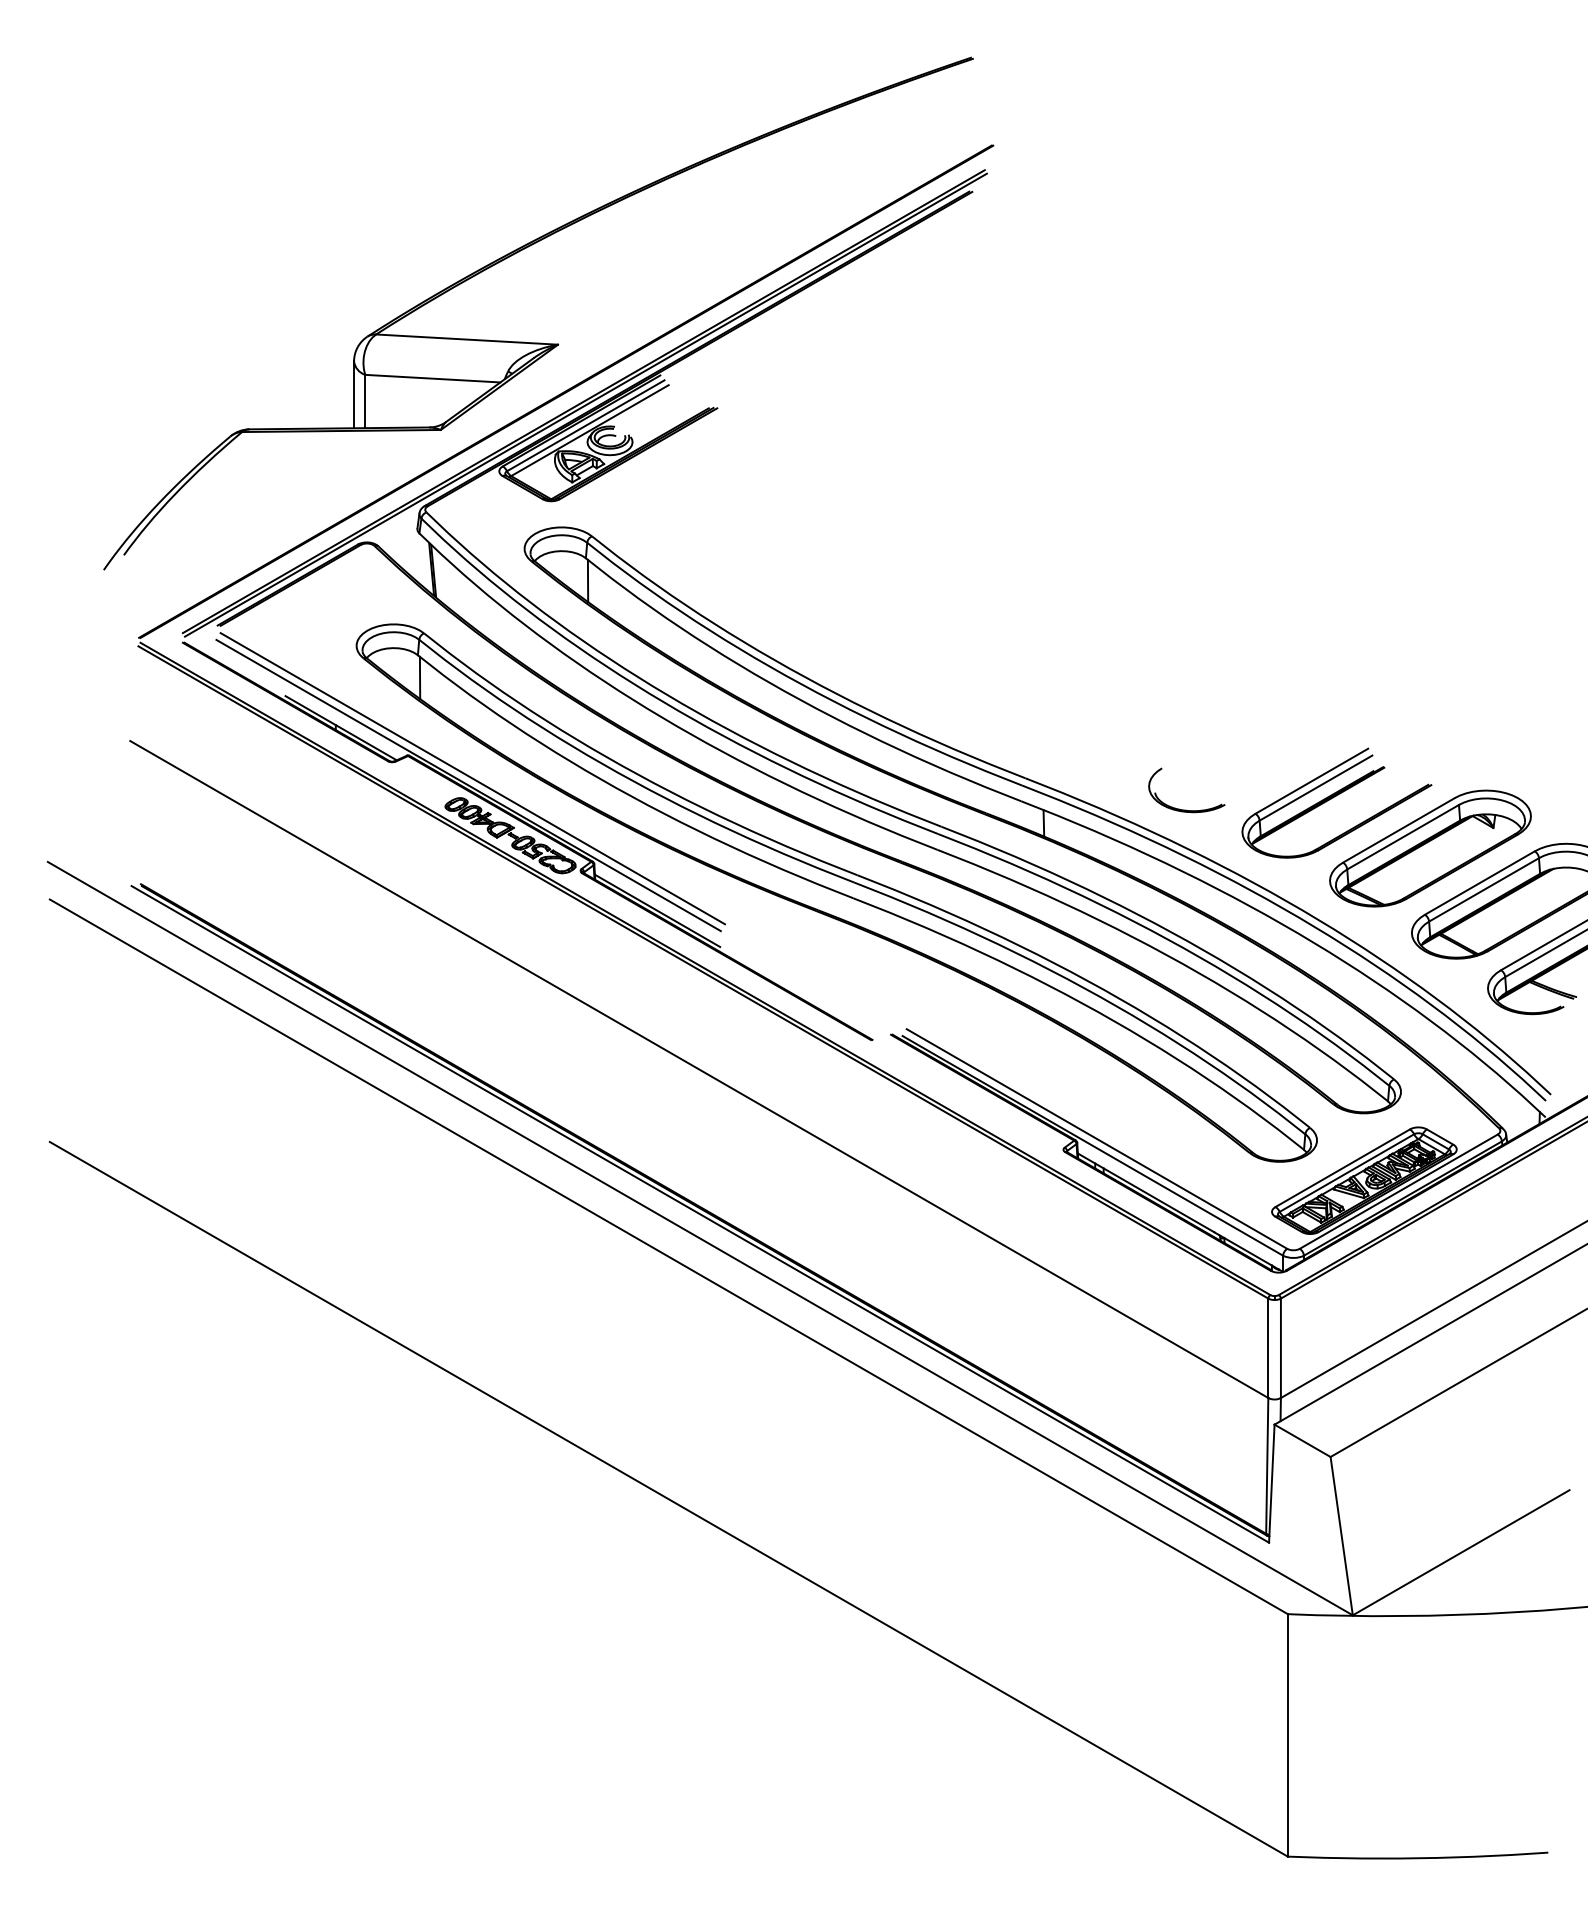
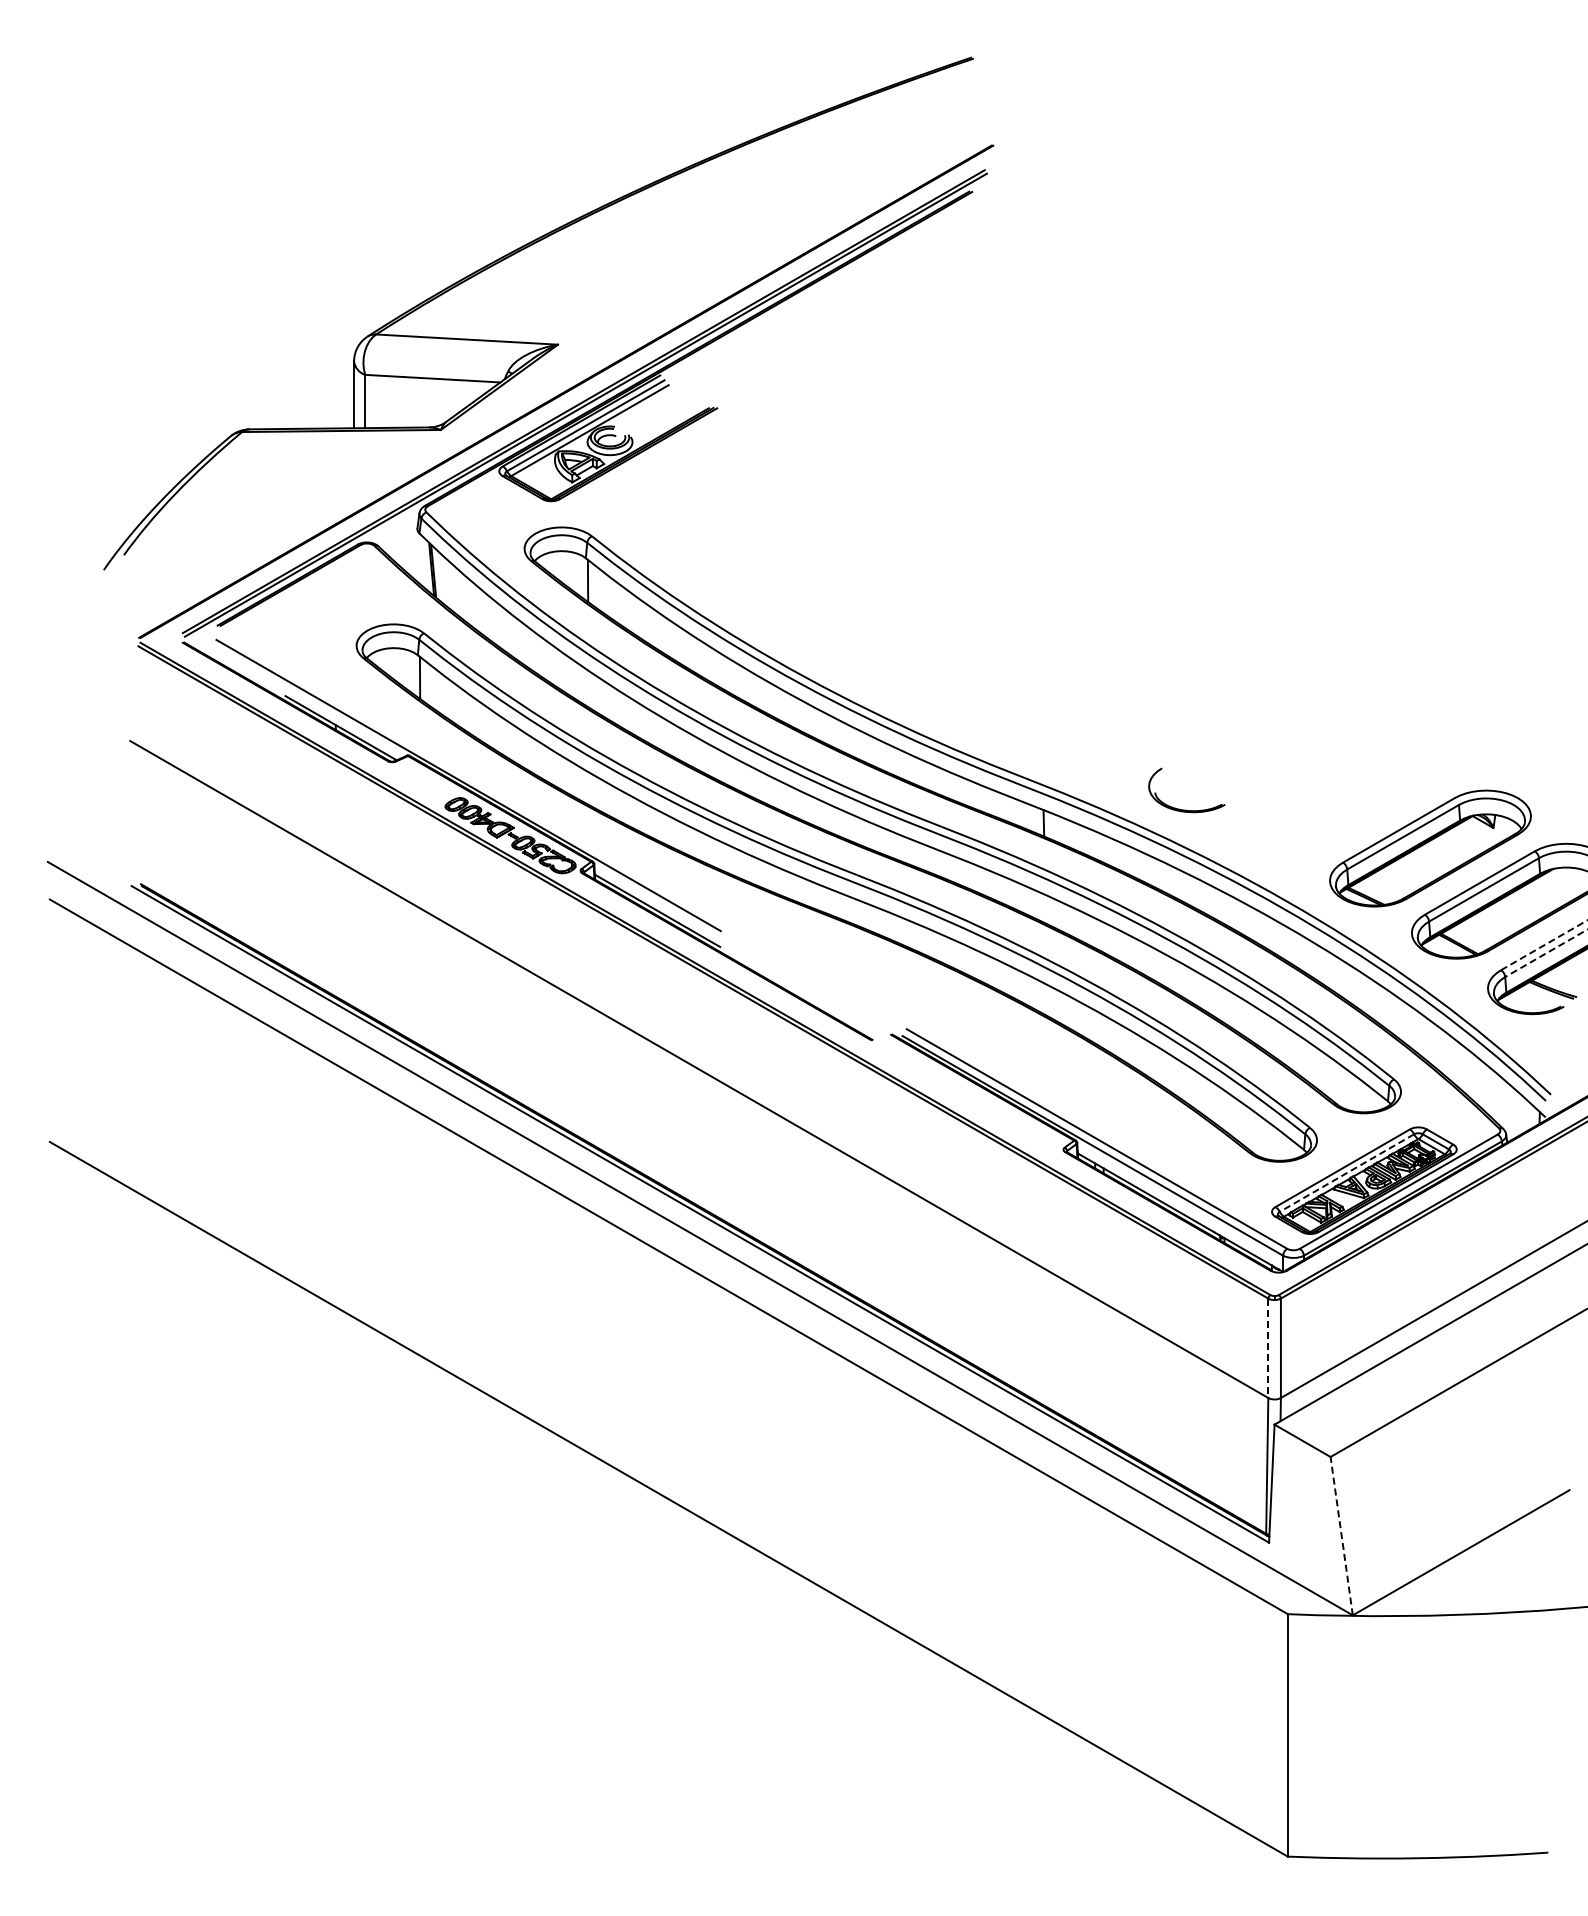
line at (472, 778): present -> none
part at (1336, 802): present -> none
line at (1544, 945): solid -> dashed
line at (1545, 953): solid -> dashed
line at (1346, 1173): solid -> dashed
line at (1268, 1348): solid -> dashed
line at (1341, 1536): solid -> dashed
